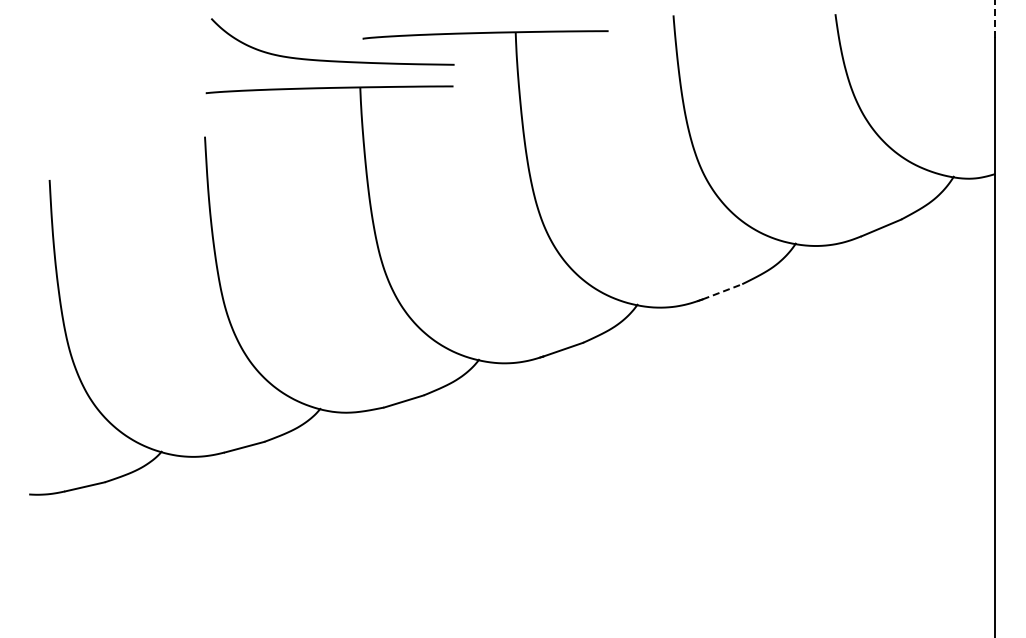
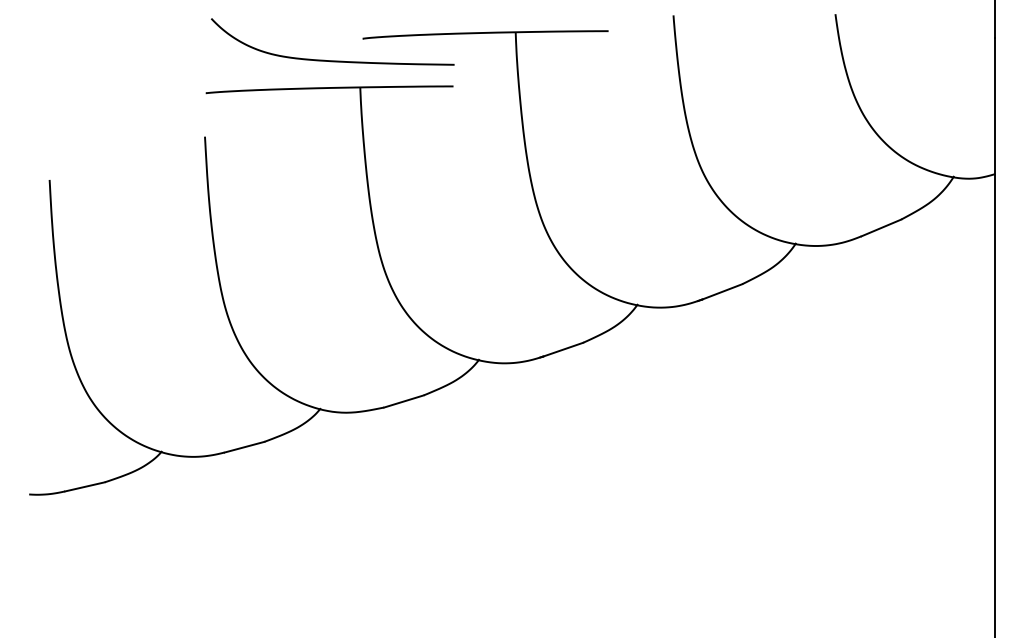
line at (995, 18): dashed -> solid
line at (722, 291): dashed -> solid
